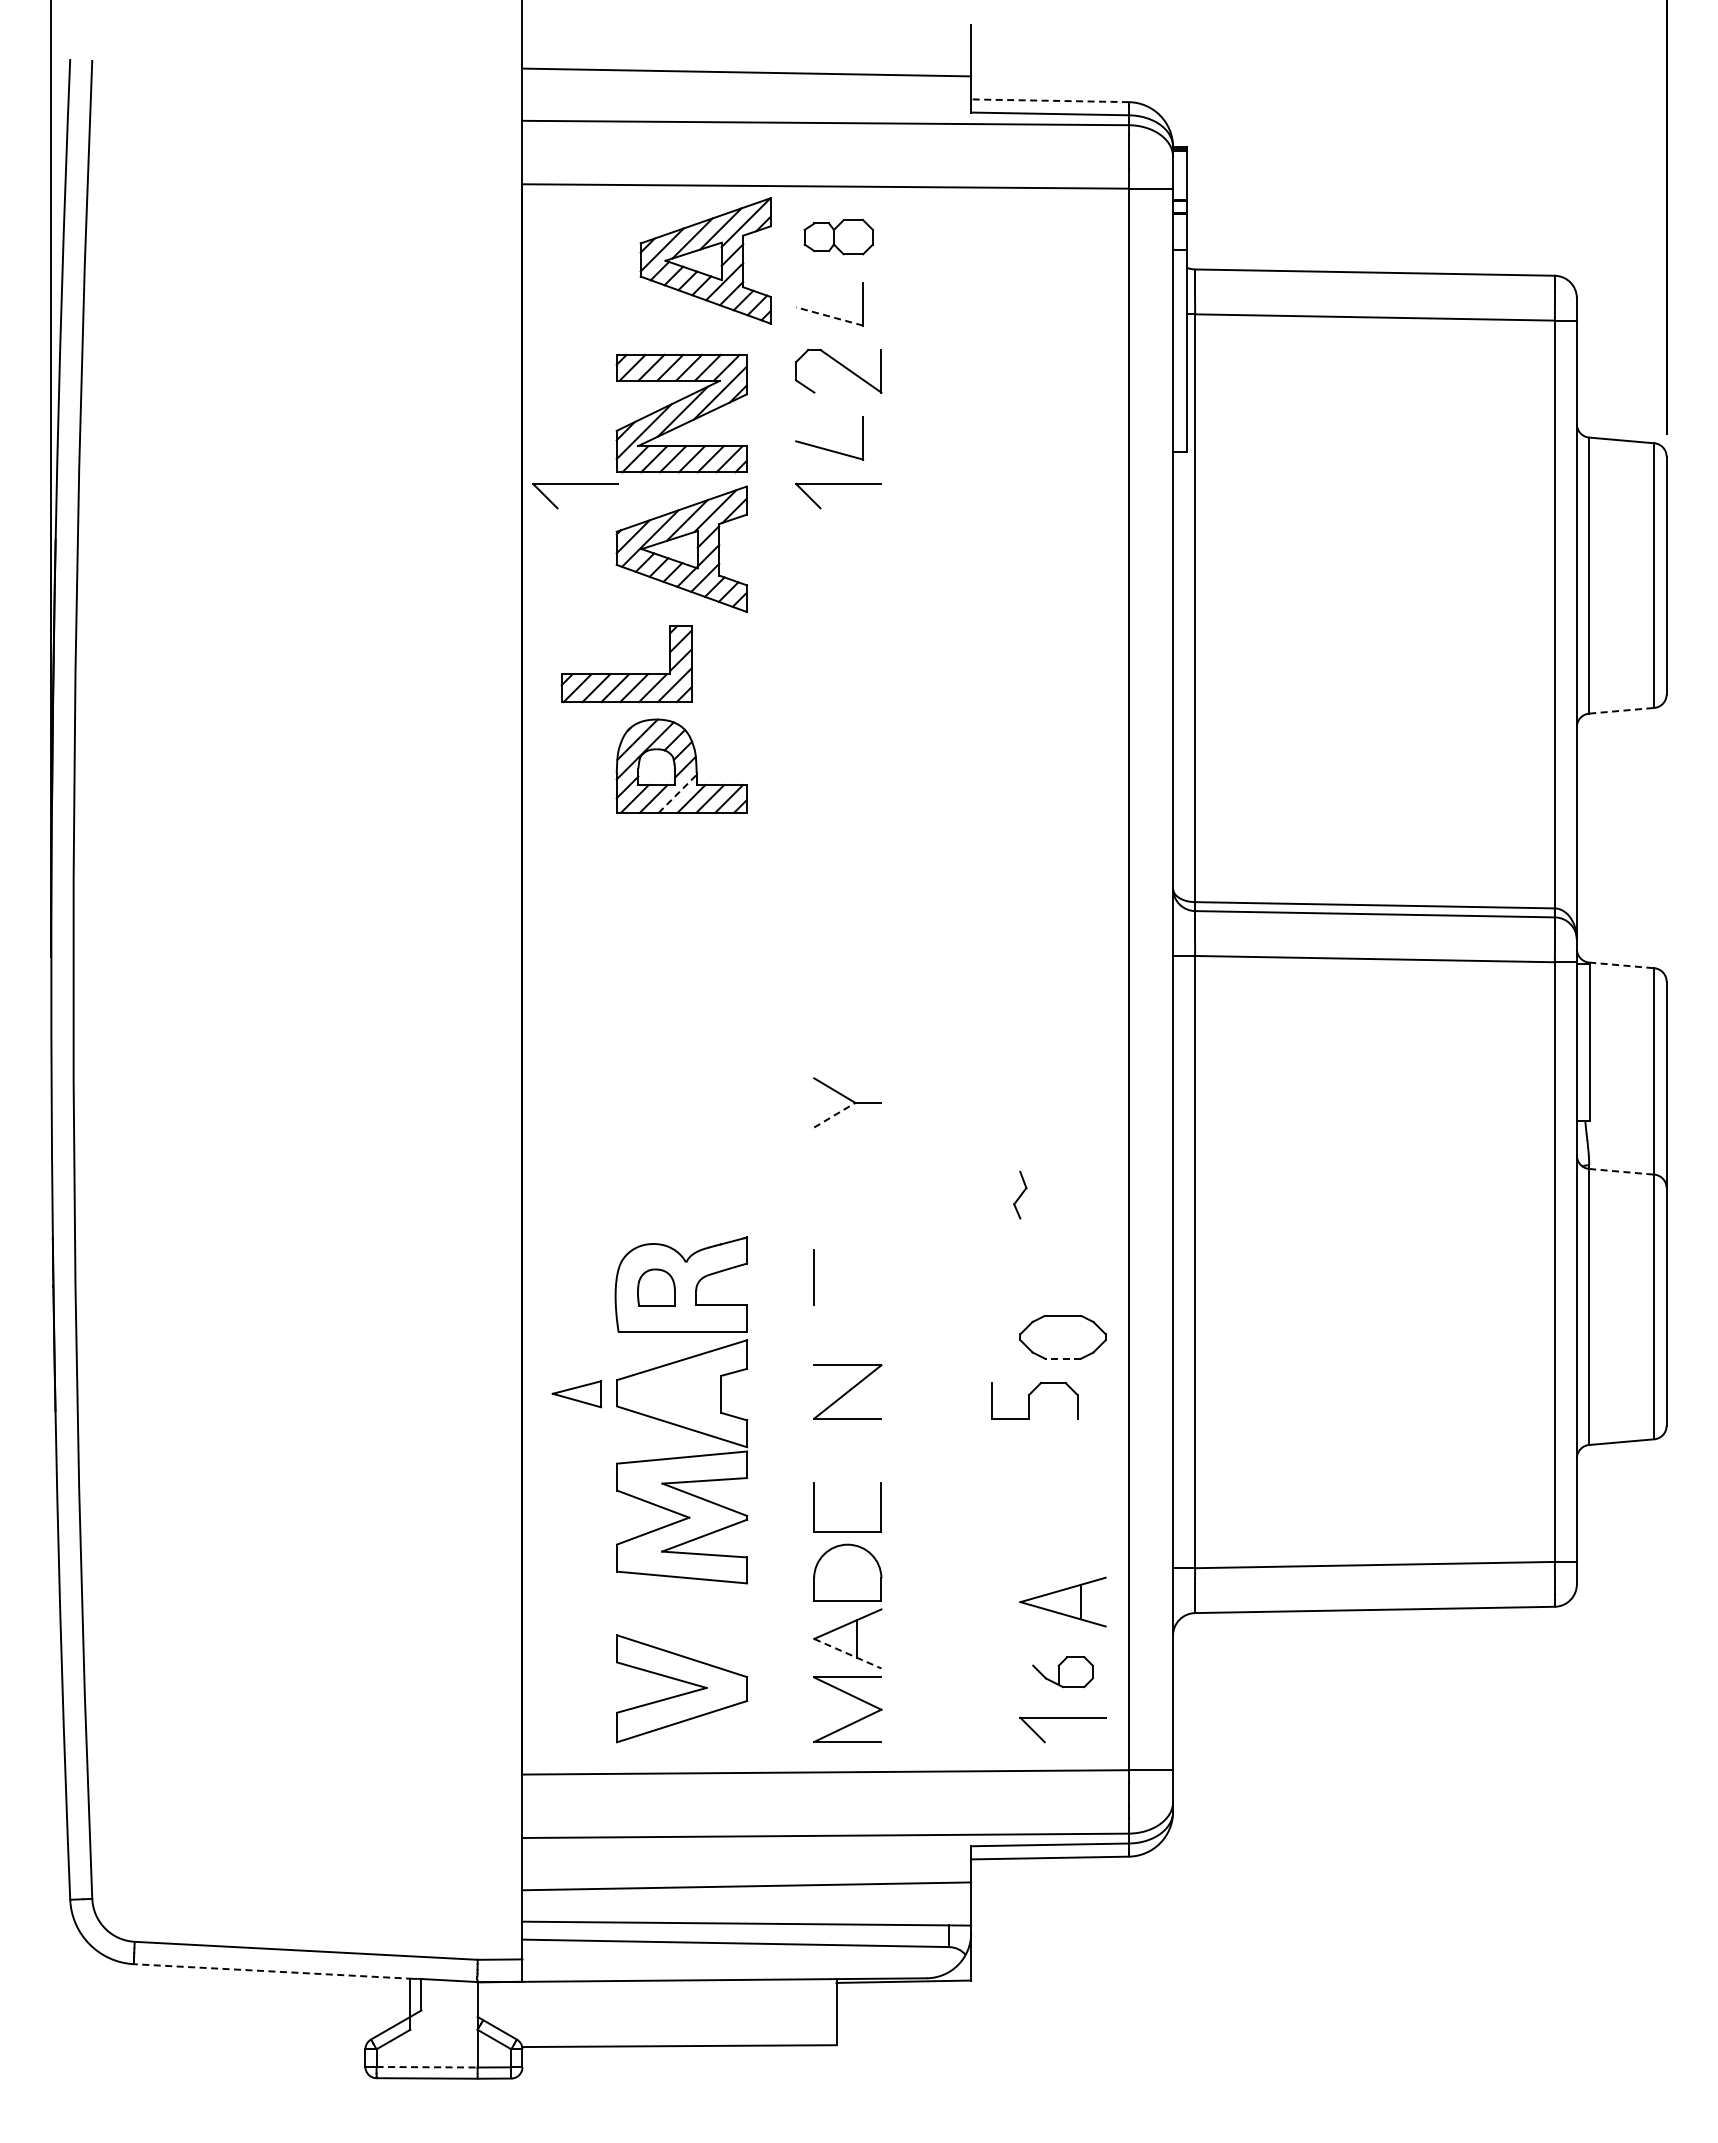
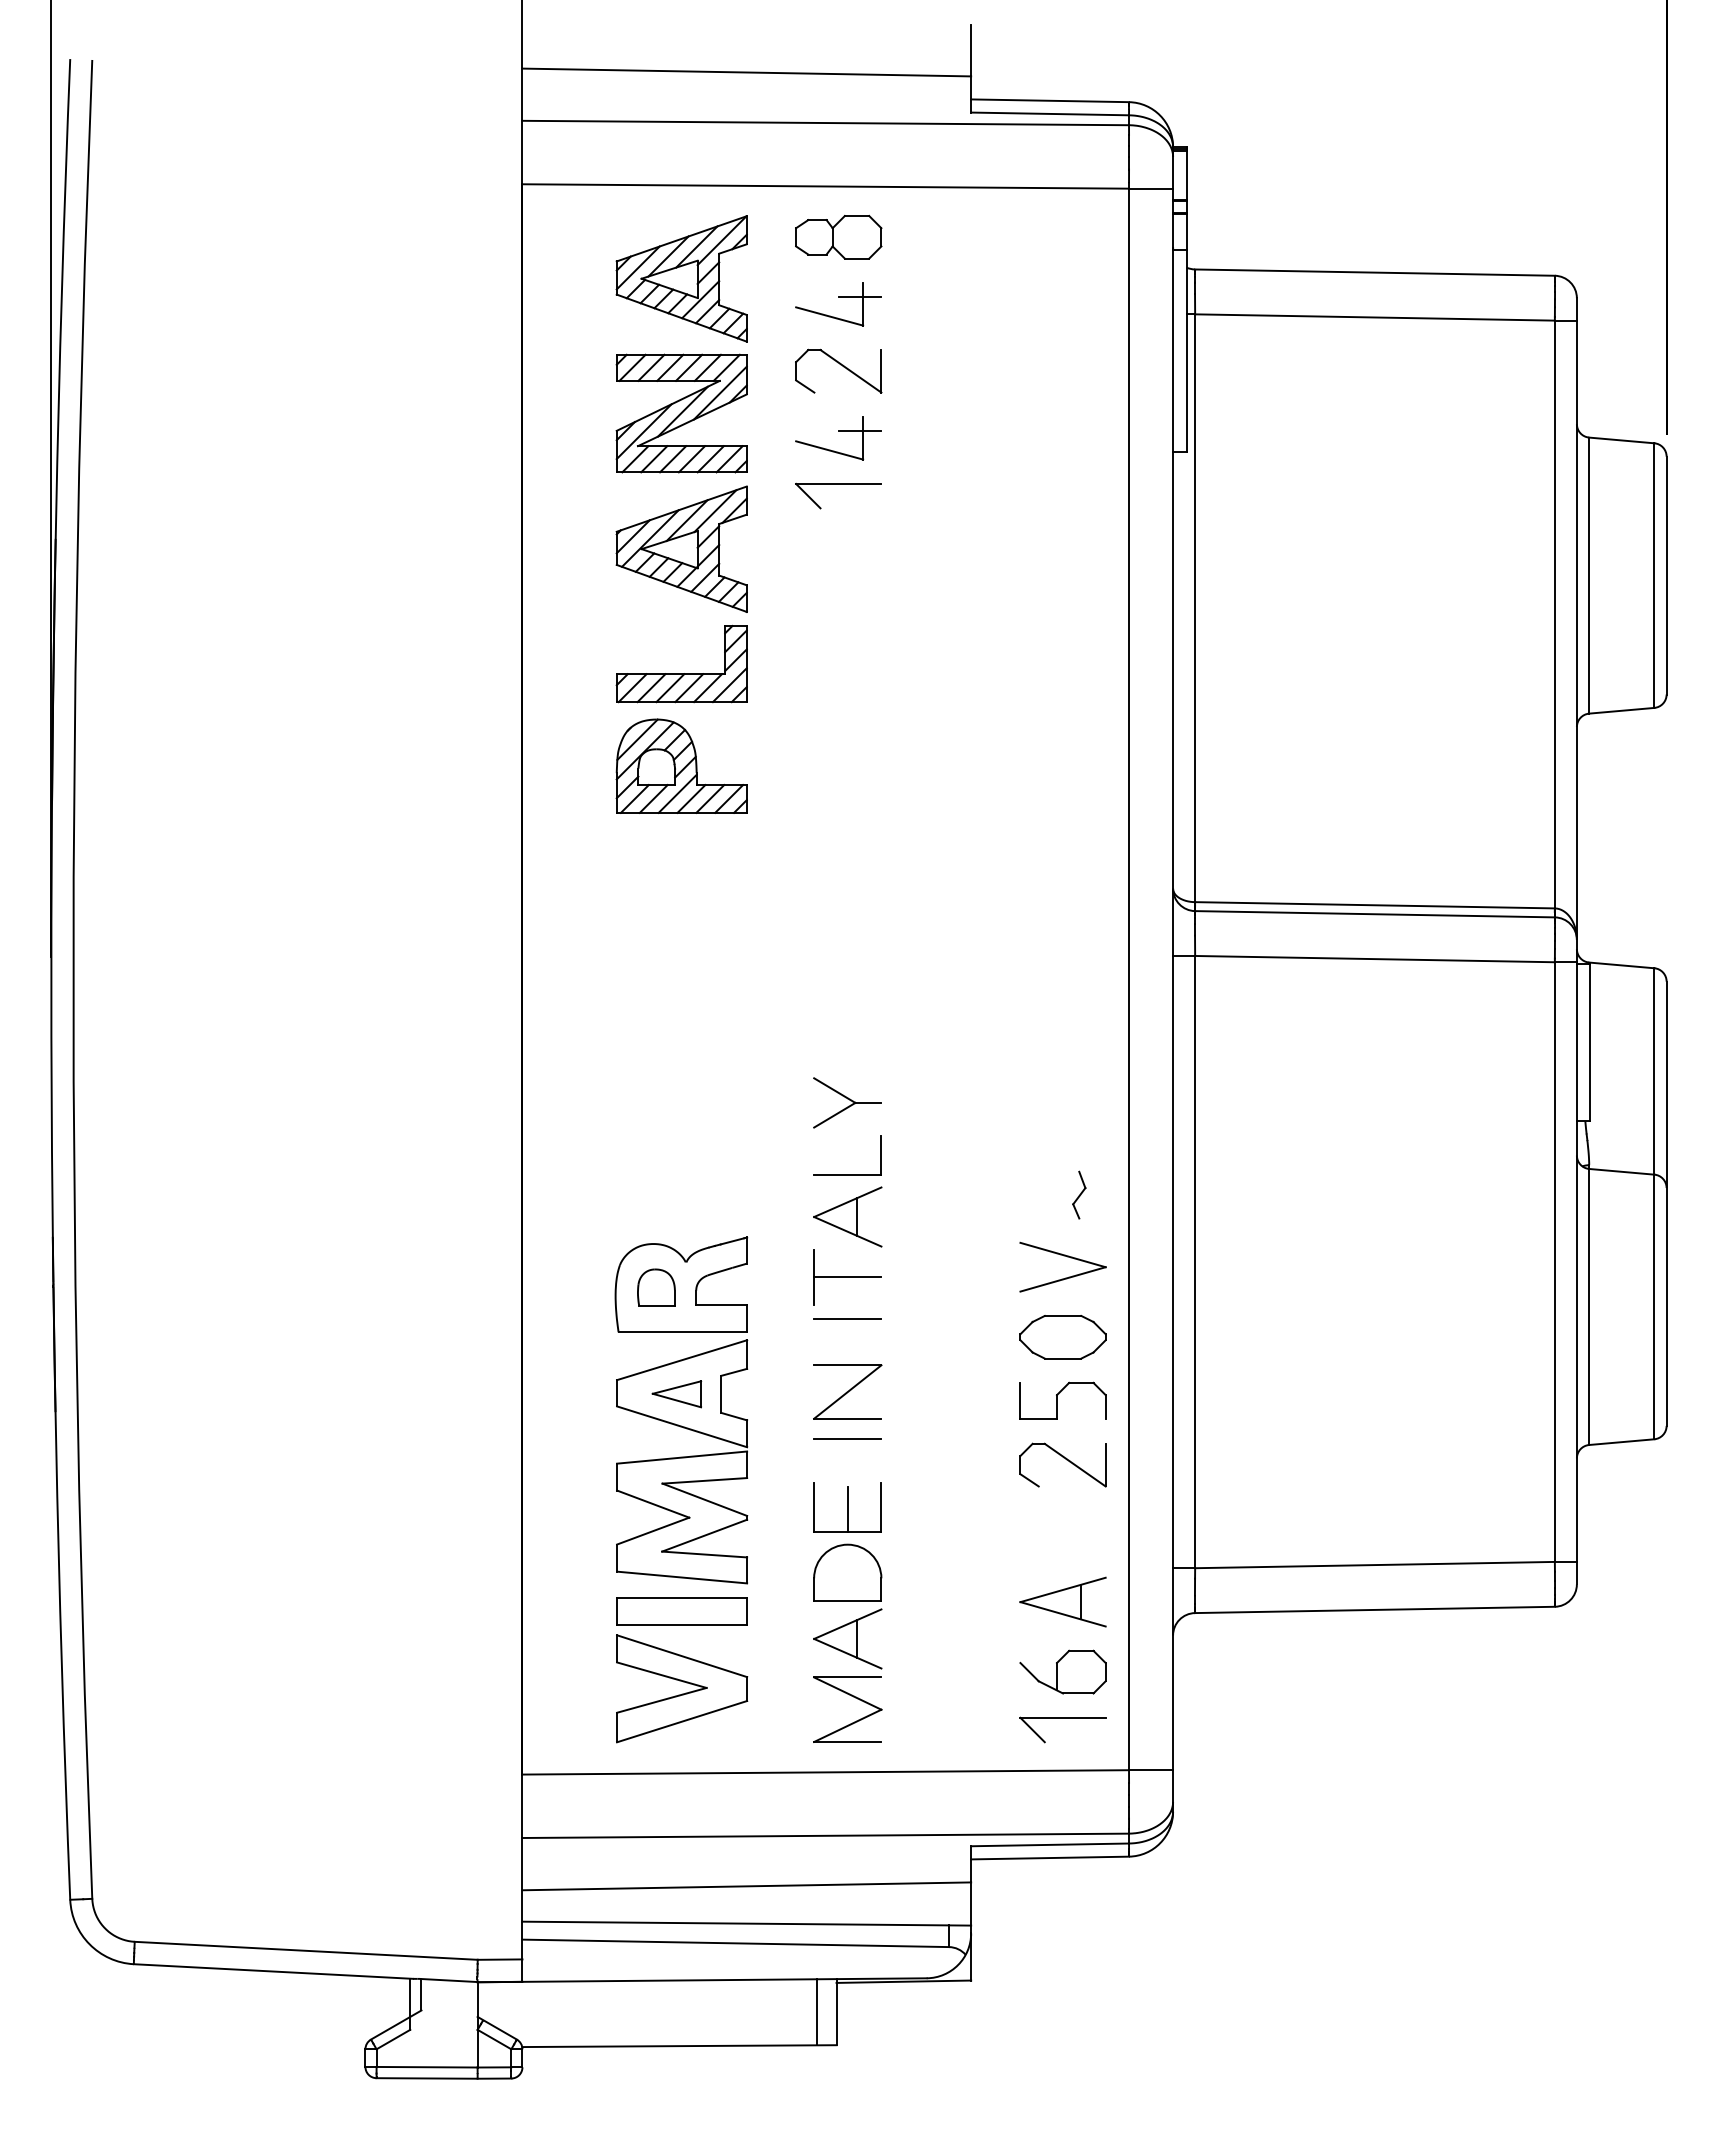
line at (1050, 100): dashed -> solid
part at (838, 237) size: 71x37 px -> 88x46 px
part at (705, 260) position: (705, 260) -> (681, 278)
line at (859, 297): none -> present
line at (829, 316): dashed -> solid
line at (859, 431): none -> present
part at (575, 484): present -> none
part at (626, 673) position: (626, 673) -> (681, 673)
line at (1621, 710): dashed -> solid
line at (677, 793): dashed -> solid
line at (1621, 965): dashed -> solid
line at (835, 1114): dashed -> solid
line at (1621, 1171): dashed -> solid
part at (847, 1174): none -> present
part at (1020, 1194) position: (1020, 1194) -> (1079, 1194)
part at (847, 1216): none -> present
part at (1063, 1256): none -> present
line at (847, 1277): none -> present
line at (847, 1319): none -> present
line at (1062, 1358): dashed -> solid
part at (576, 1394) position: (576, 1394) -> (676, 1394)
part at (1034, 1400) position: (1034, 1400) -> (1062, 1400)
line at (847, 1438): none -> present
part at (1062, 1464): none -> present
line at (847, 1509): none -> present
part at (681, 1611): none -> present
line at (847, 1653): dashed -> solid
part at (1062, 1672) size: 62x33 px -> 88x46 px
line at (273, 1971): dashed -> solid
line at (817, 2012): none -> present
line at (427, 2067): dashed -> solid
